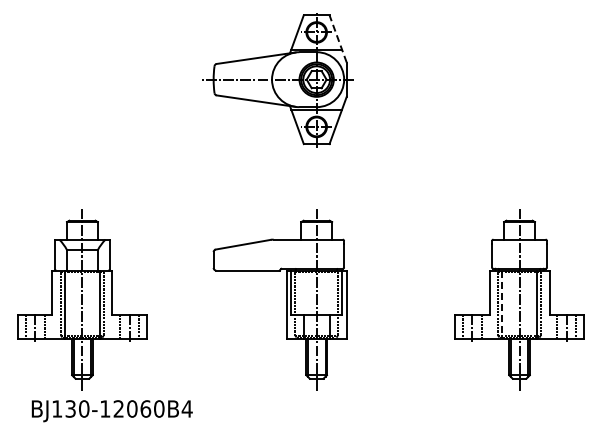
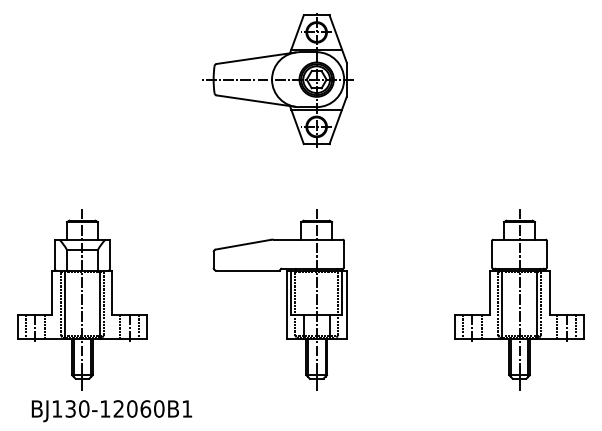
line at (337, 38): dashed -> solid
line at (502, 305): dashed -> solid
text at (186, 408): BJ130-12060B4 -> BJ130-12060B1
